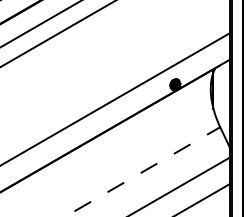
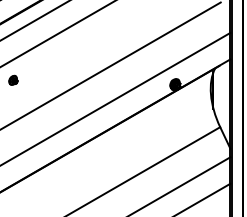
line at (40, 24) position: (40, 24) -> (34, 20)
line at (111, 65): none -> present
part at (13, 79): none -> present
line at (143, 171): dashed -> solid
